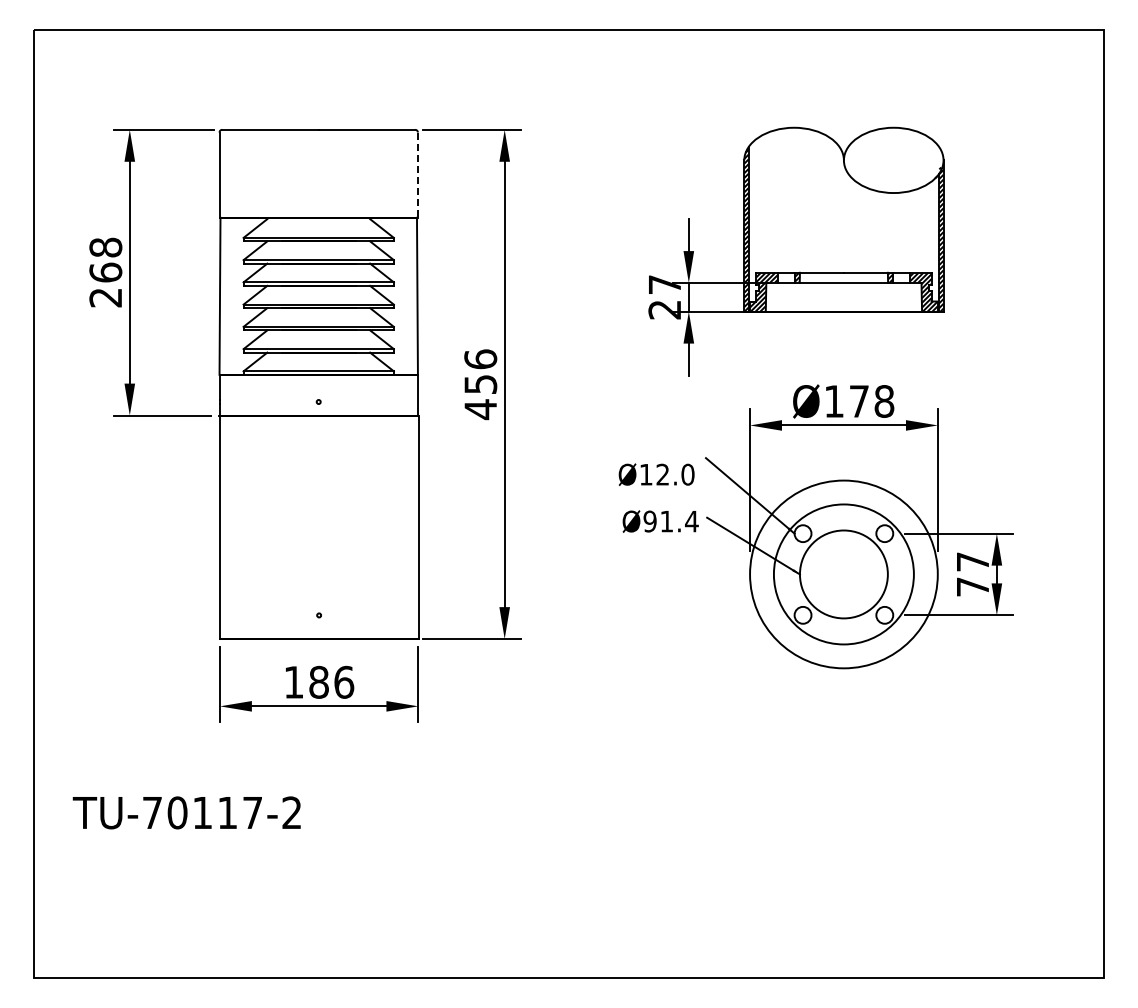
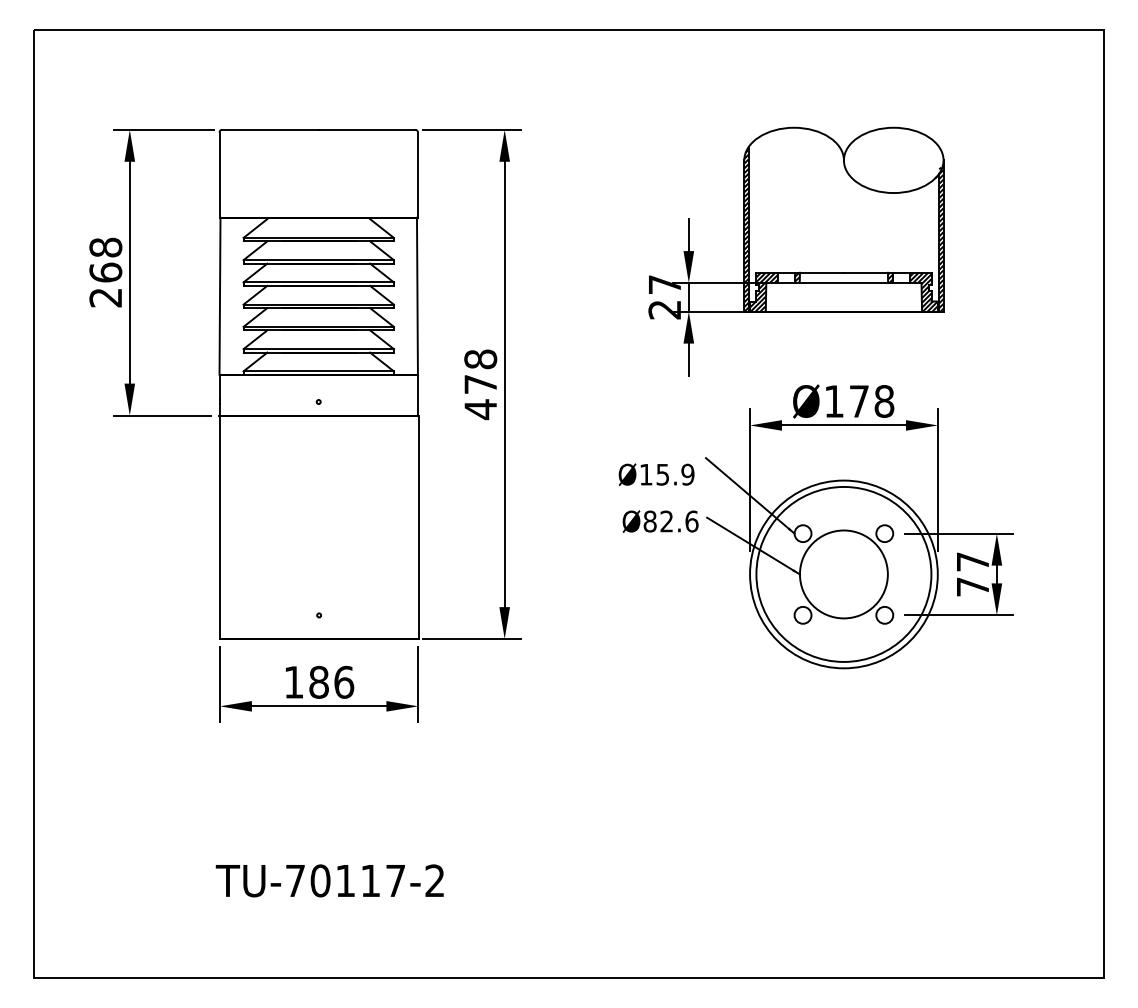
line at (417, 175): dashed -> solid
text at (480, 371): 456 -> 478
text at (675, 474): Ø12.0 -> Ø15.9
text at (670, 521): Ø91.4 -> Ø82.6
circle at (843, 574) diameter: 140 px -> 175 px
text at (186, 812) position: (186, 812) -> (329, 880)
